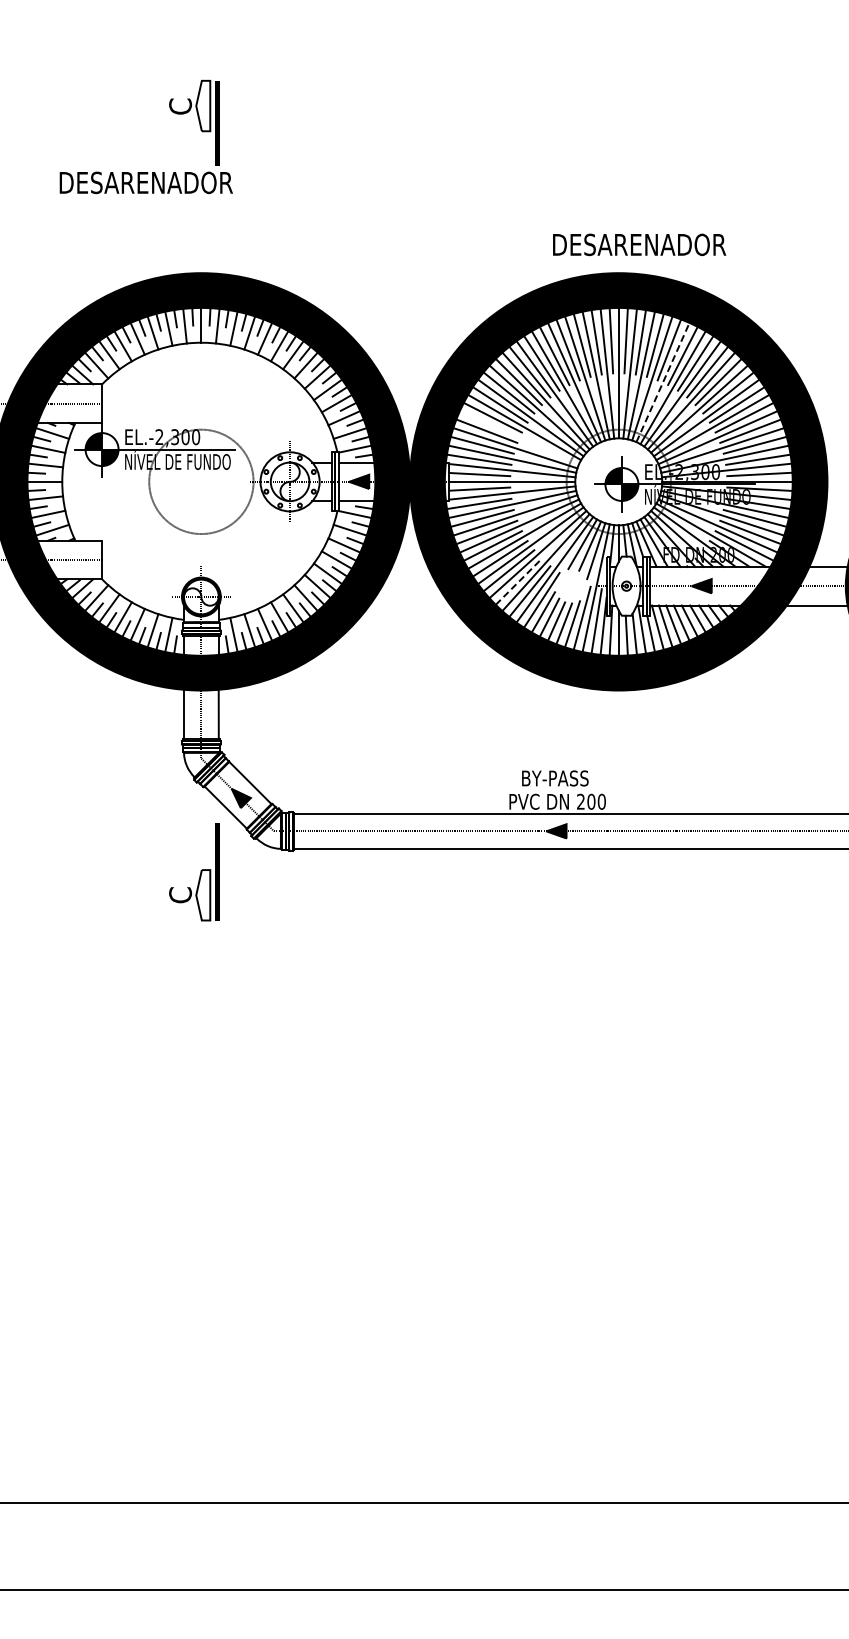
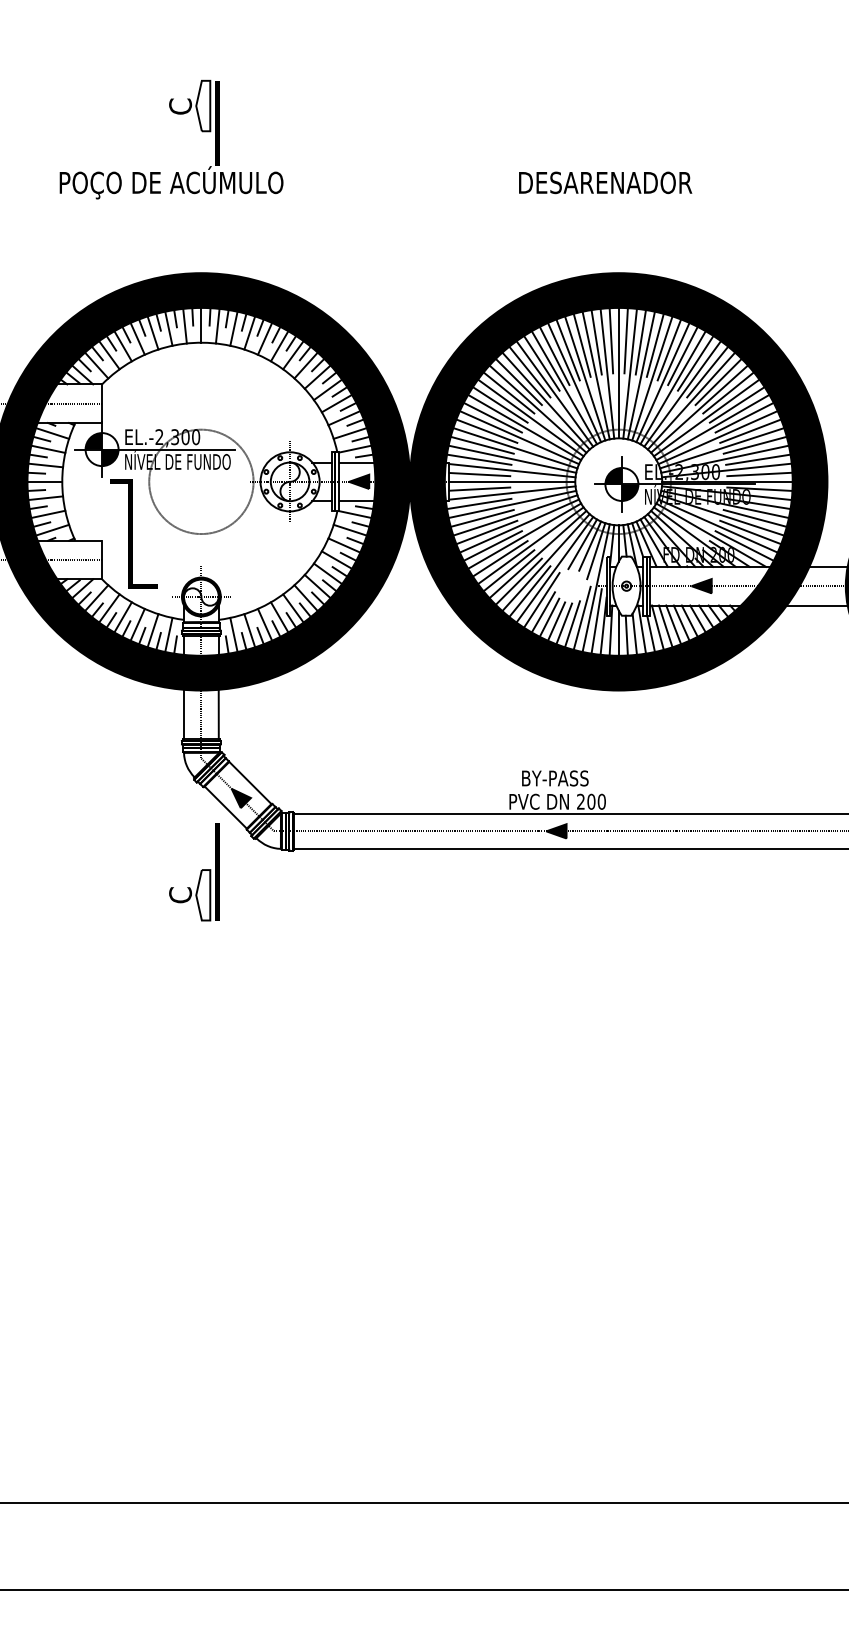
text at (172, 182): DESARENADOR -> POÇO DE ACÚMULO
text at (639, 244) position: (639, 244) -> (605, 182)
line at (663, 382): dashed -> solid
line at (519, 437): none -> present
line at (132, 533): none -> present
line at (518, 581): dashed -> solid
